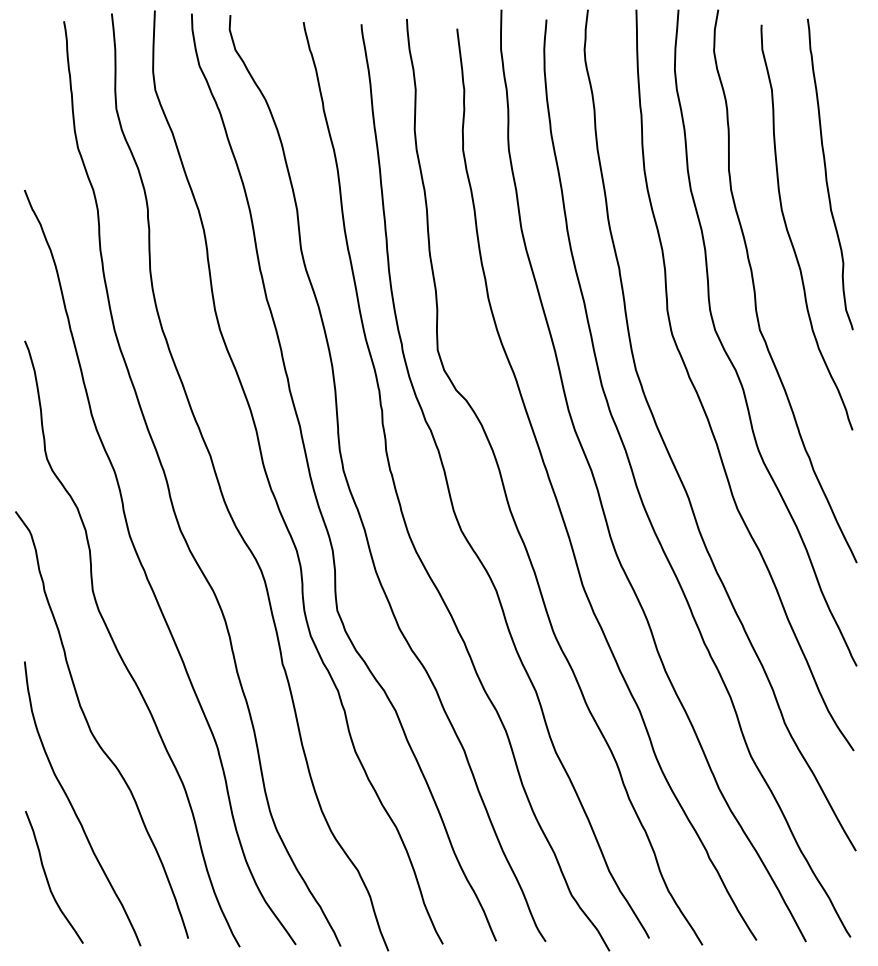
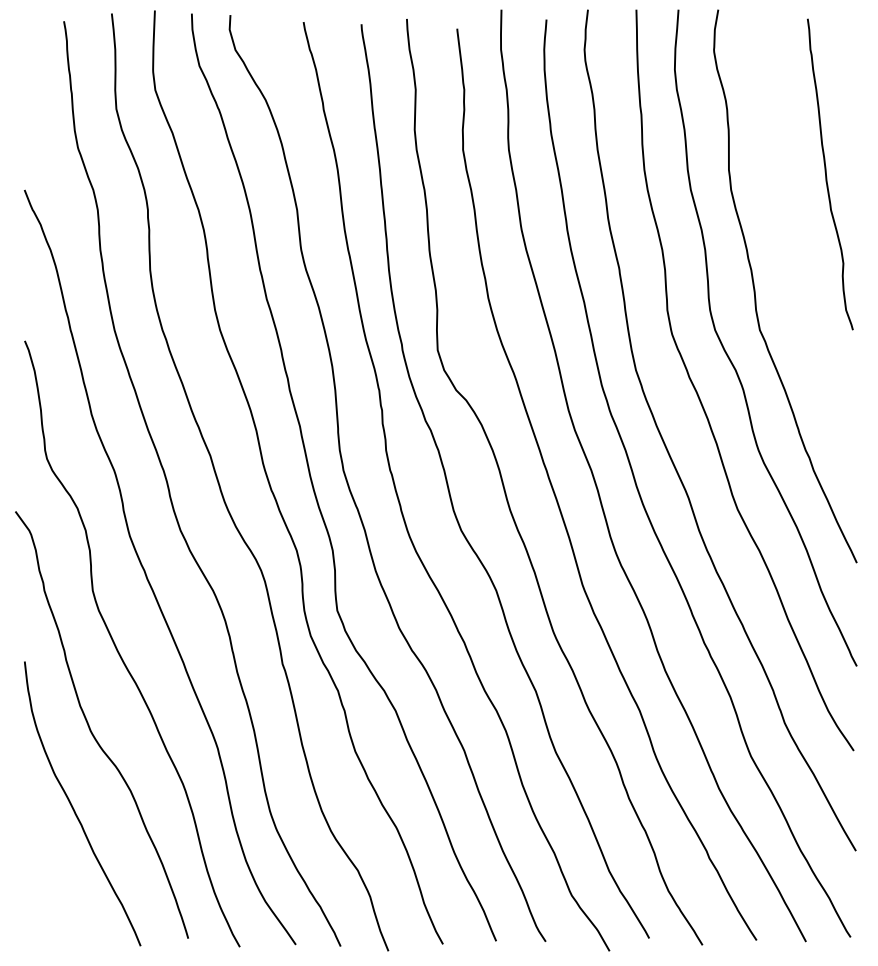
curve at (789, 233): present -> none
curve at (48, 880): present -> none
